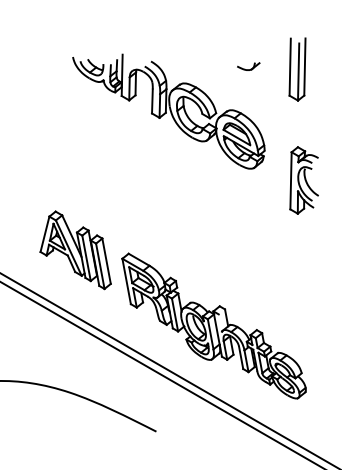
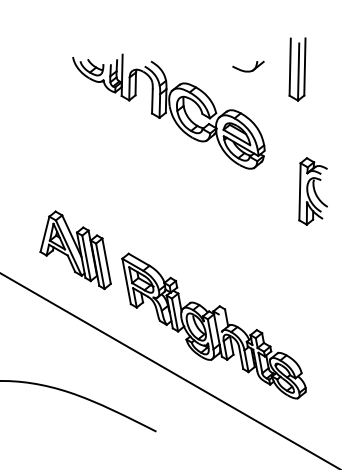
part at (248, 66) size: 24x9 px -> 33x13 px
part at (303, 180) position: (303, 180) -> (312, 191)
line at (161, 374): present -> none
